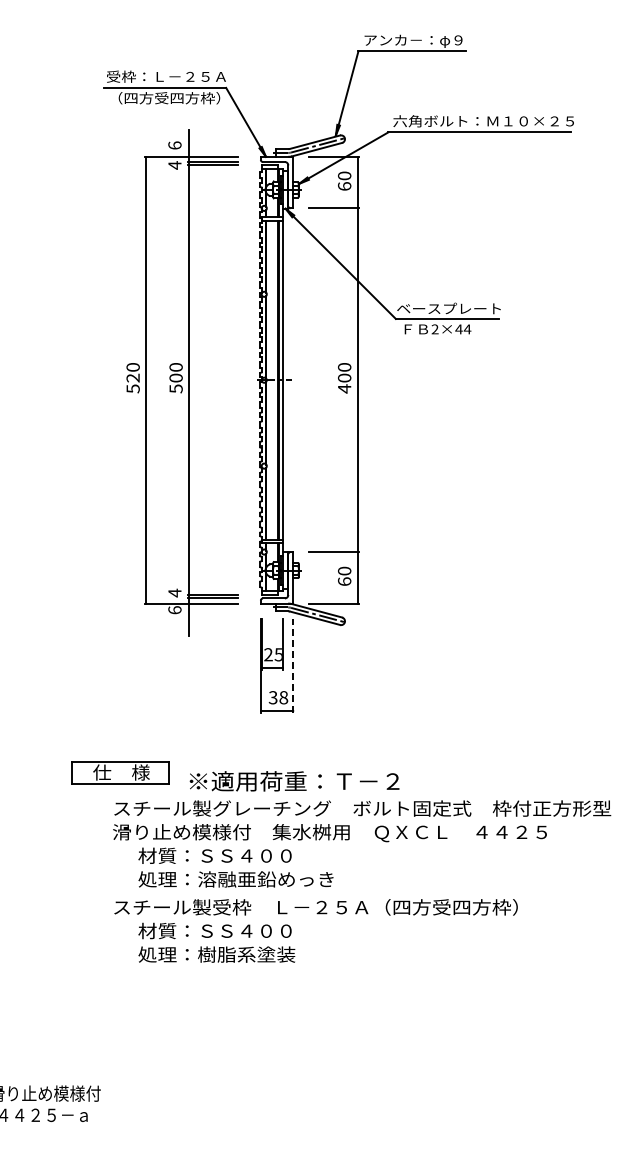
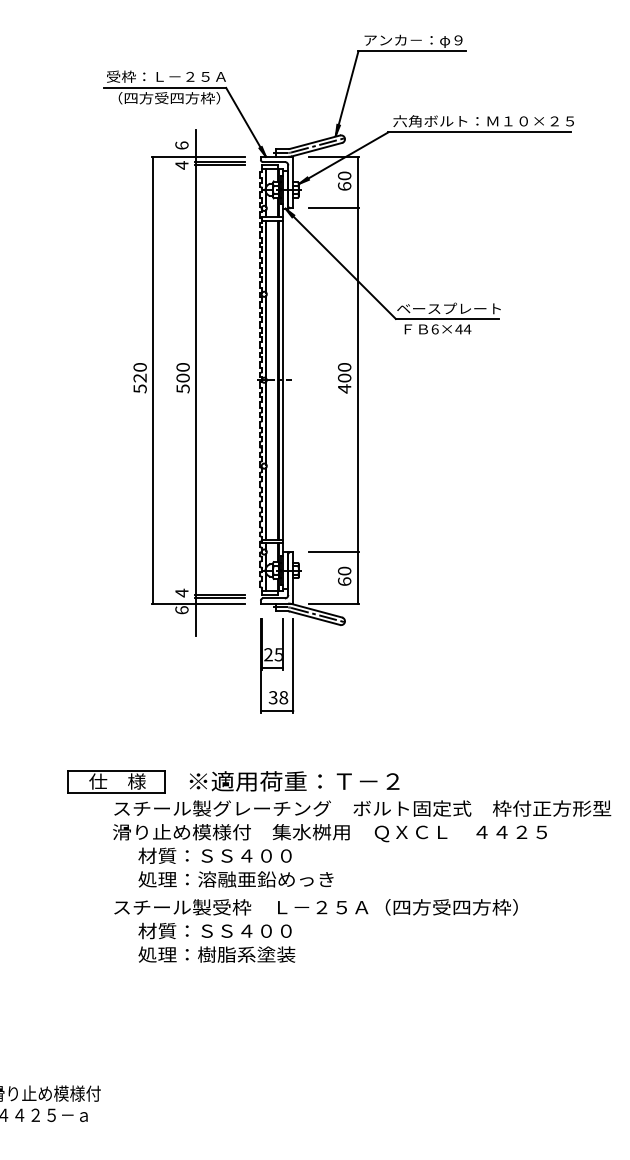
text at (434, 329): 2×44 -> 6×44
part at (182, 382) position: (182, 382) -> (189, 382)
line at (293, 665): dashed -> solid
part at (120, 772) position: (120, 772) -> (116, 781)
